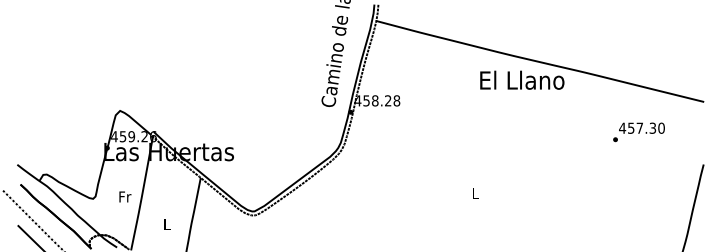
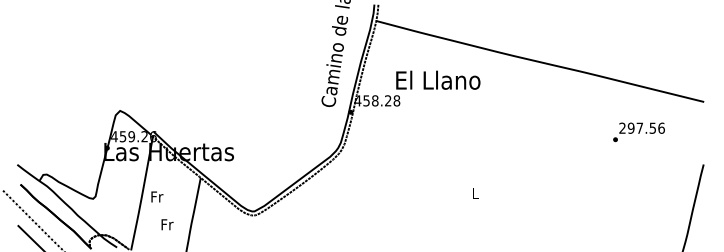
text at (522, 79) position: (522, 79) -> (438, 79)
text at (641, 127): 457.30 -> 297.56
text at (125, 196) position: (125, 196) -> (157, 196)
text at (167, 224): L -> Fr
